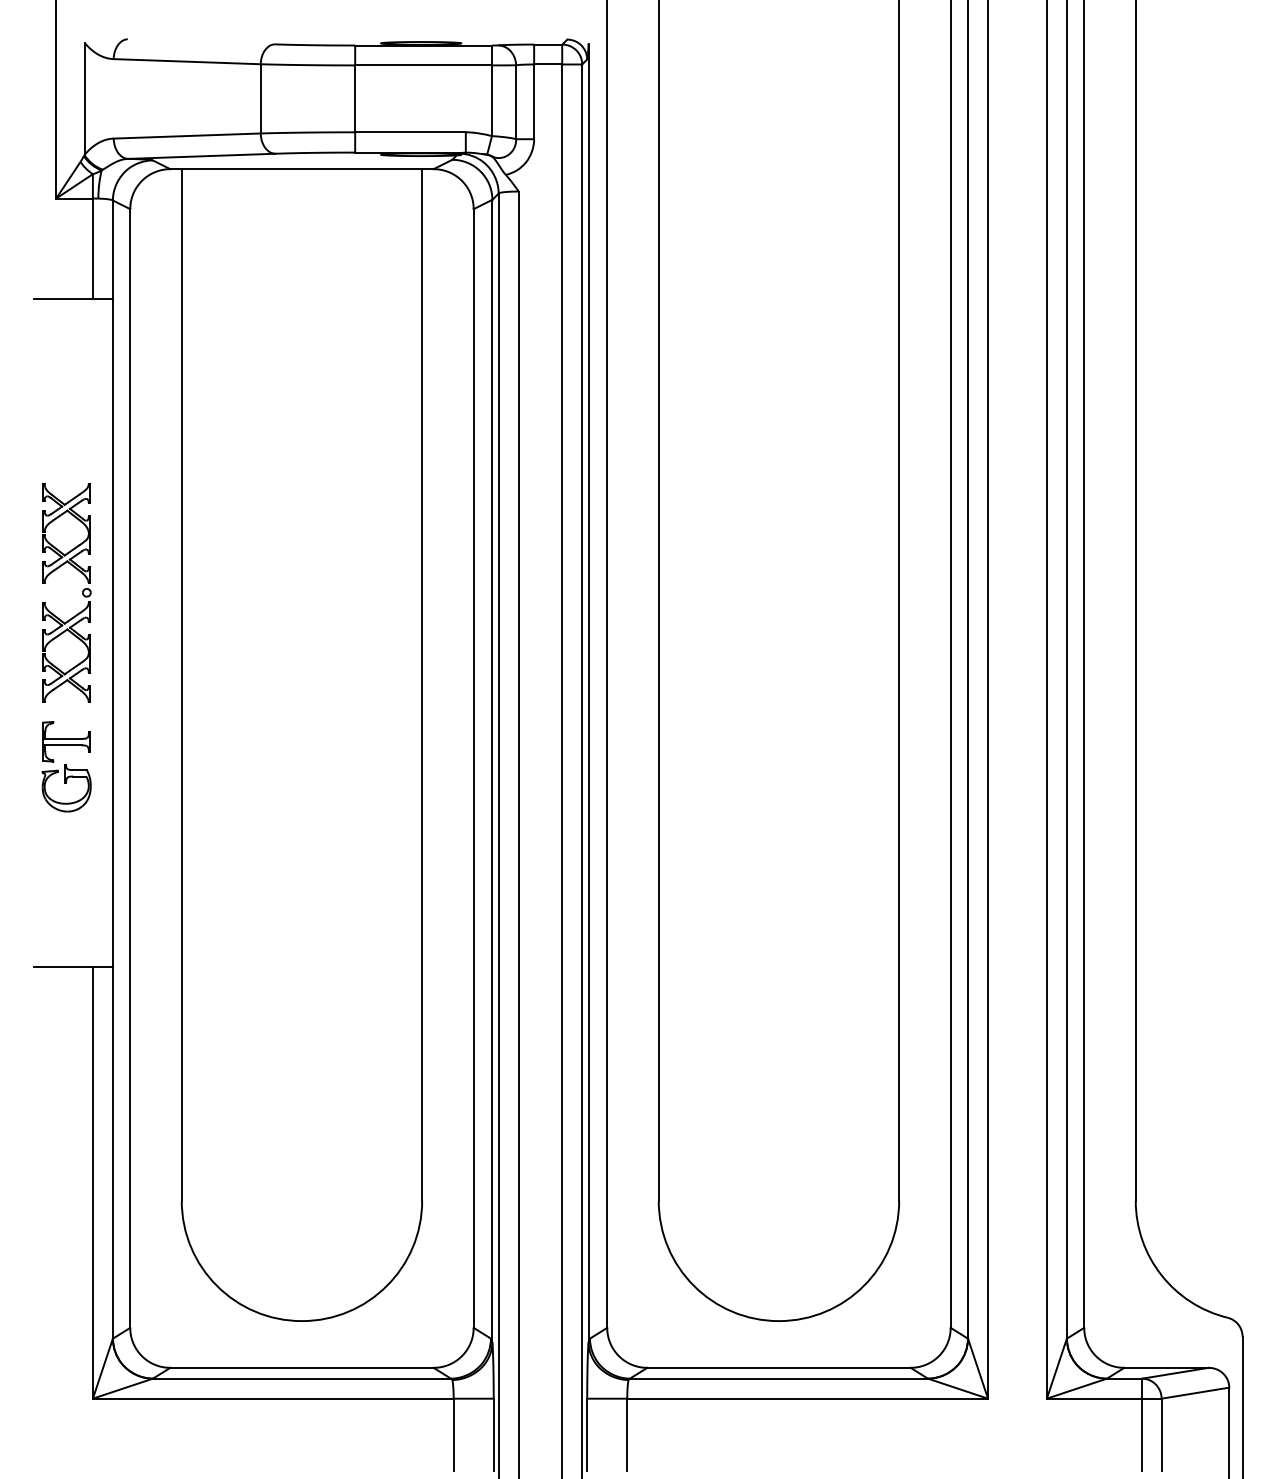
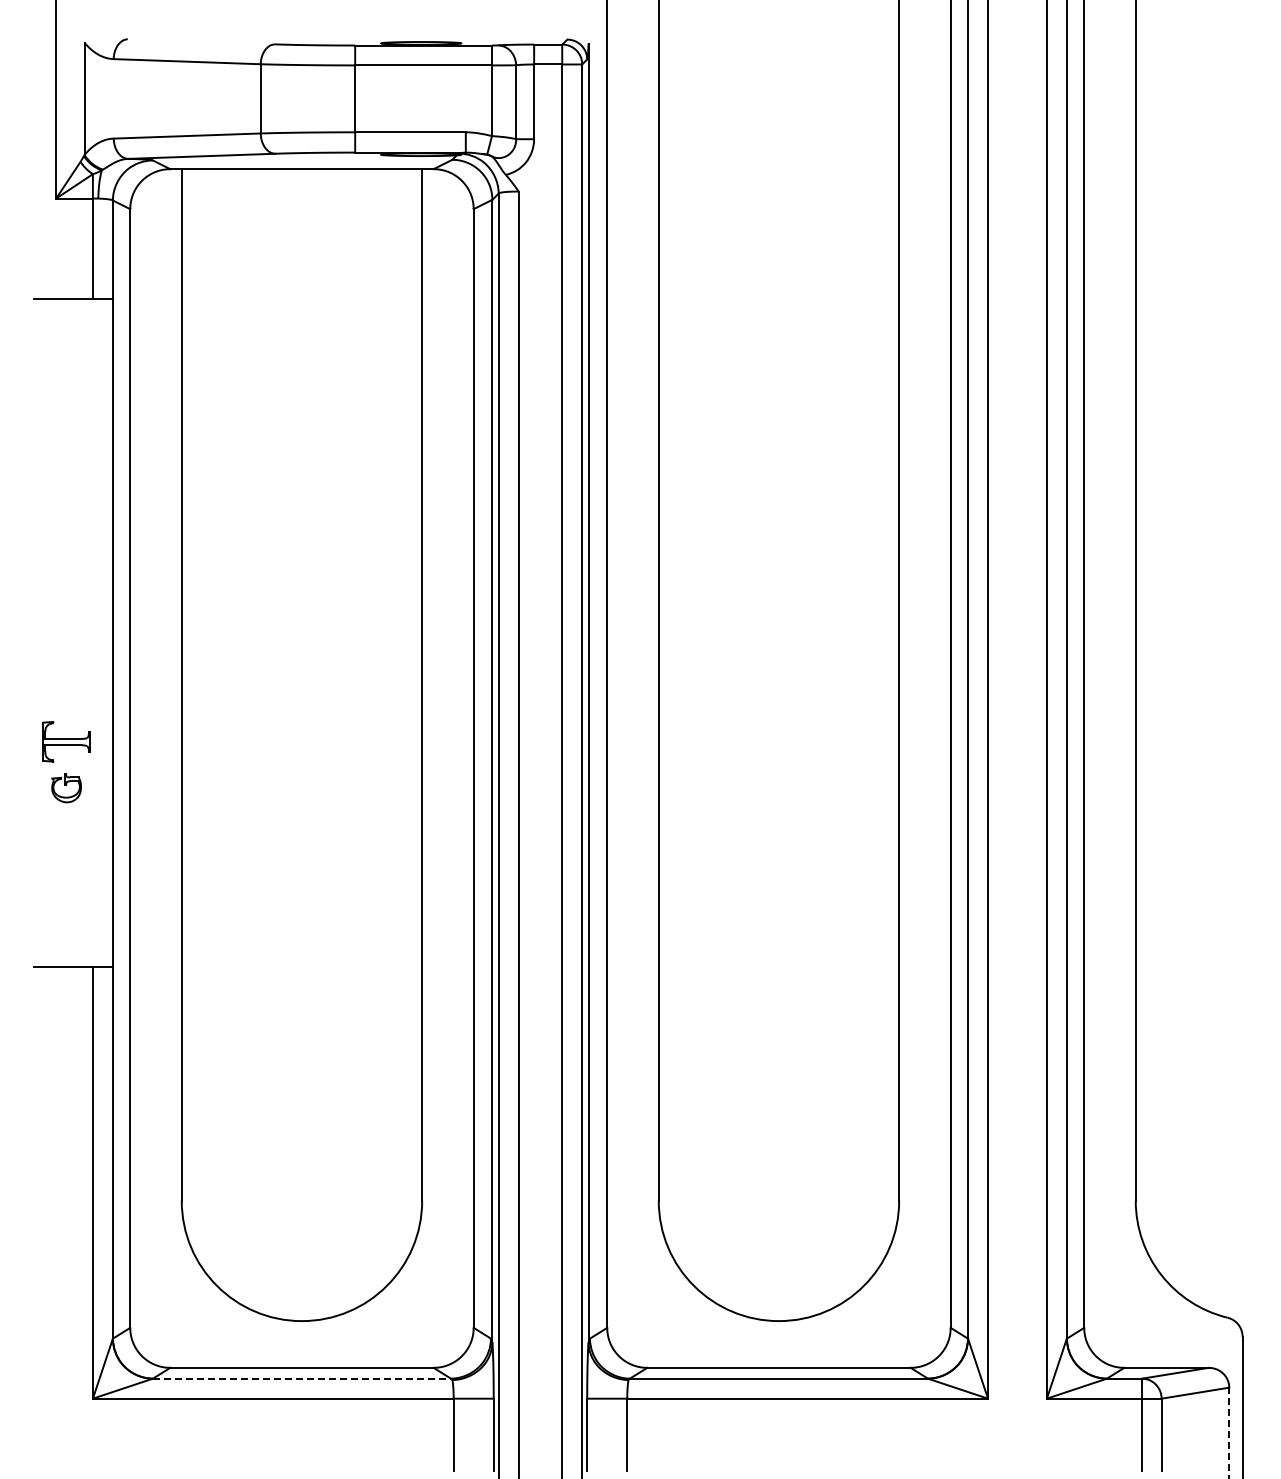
part at (82, 592): present -> none
part at (66, 788) size: 51x49 px -> 31x31 px
line at (302, 1378): solid -> dashed
line at (1229, 1432): solid -> dashed
